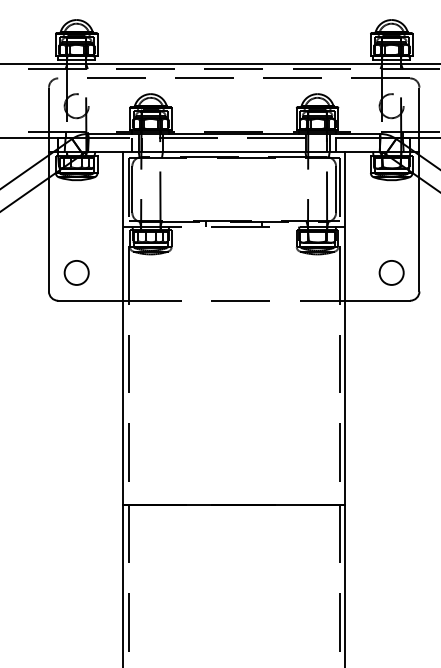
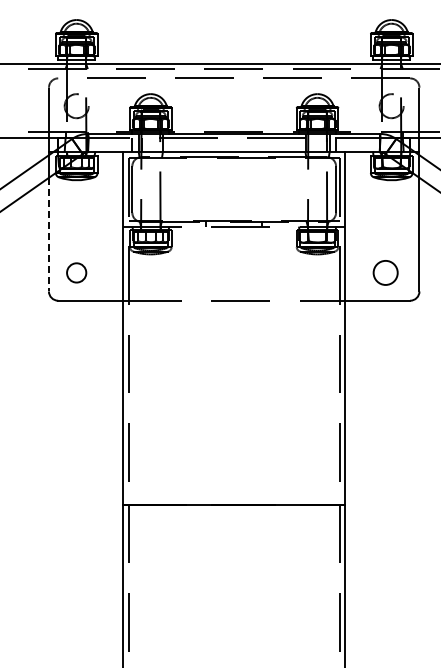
line at (48, 234): solid -> dashed
circle at (76, 272) size: 27x26 px -> 22x22 px
circle at (391, 272) position: (391, 272) -> (385, 272)
